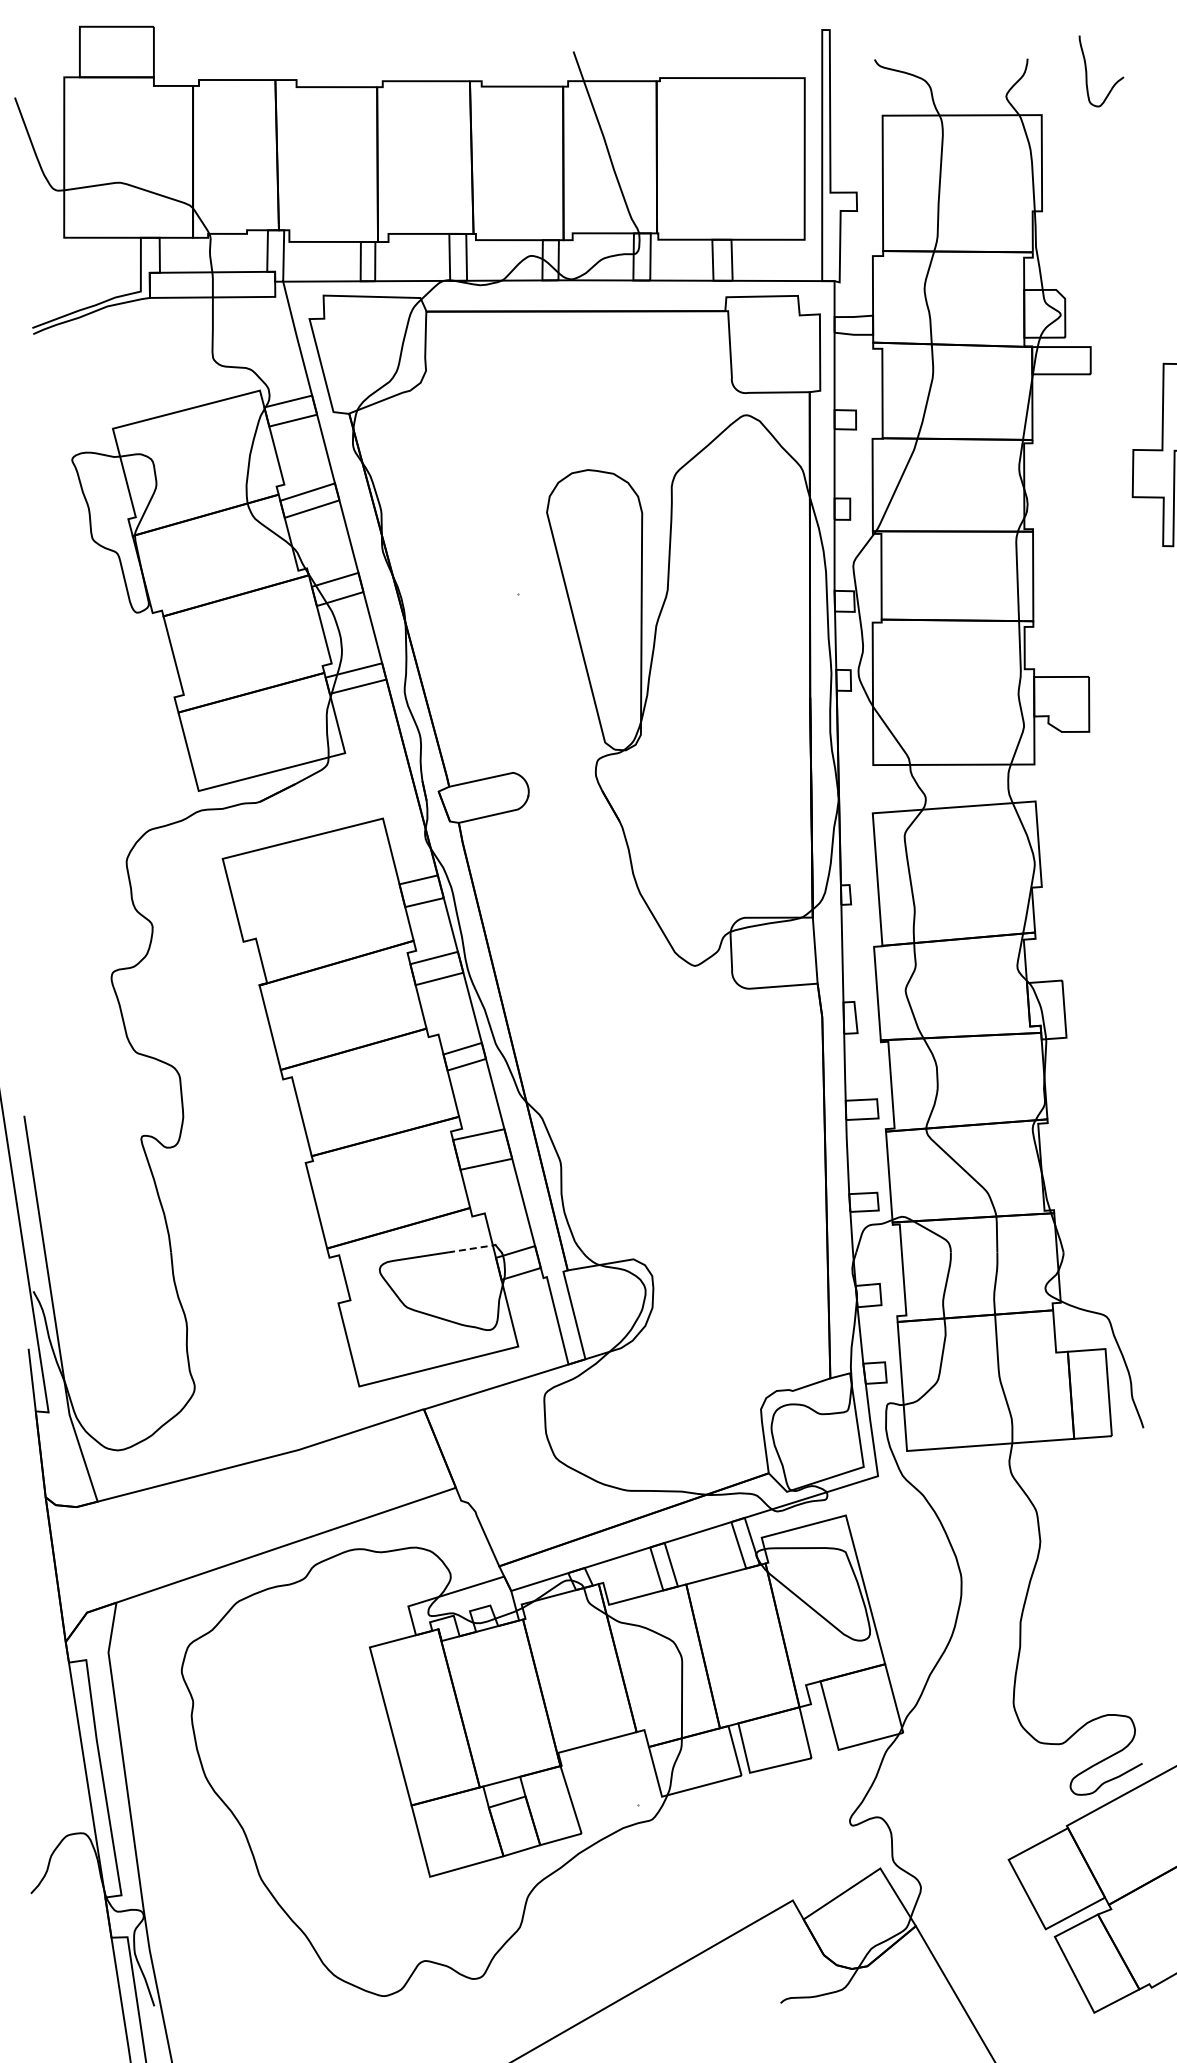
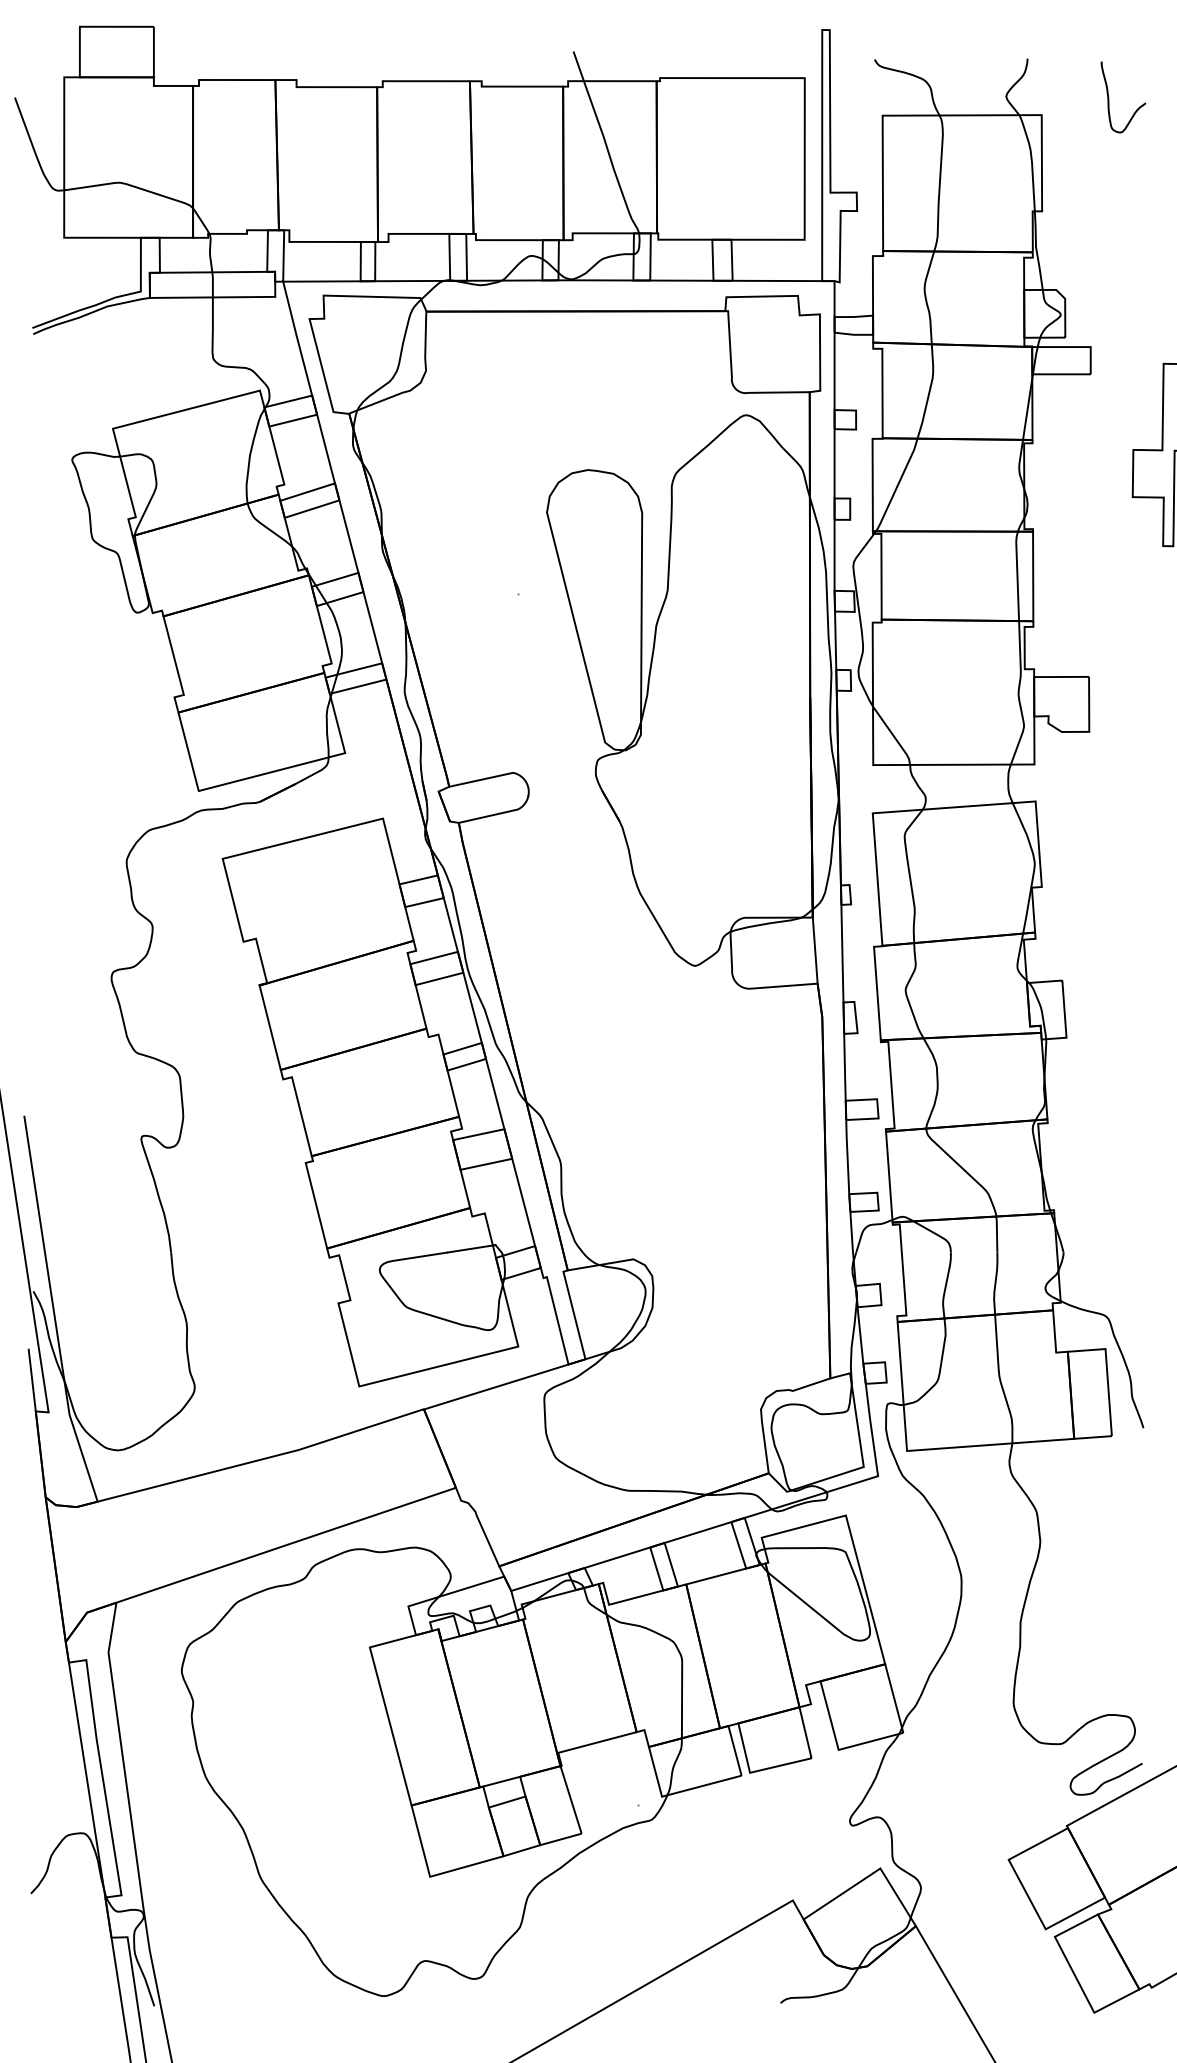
curve at (1087, 71) position: (1087, 71) -> (1109, 97)
line at (470, 1248): dashed -> solid
